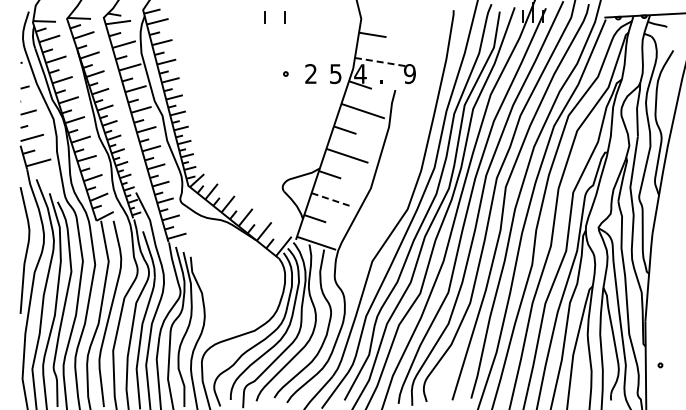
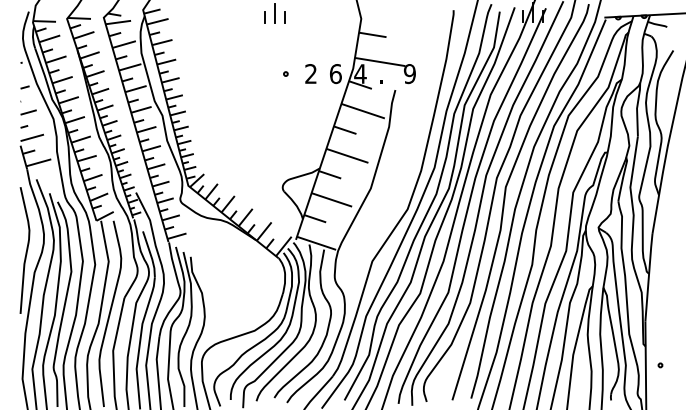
line at (274, 13): none -> present
line at (380, 62): dashed -> solid
text at (335, 74): 5 -> 6
line at (332, 200): dashed -> solid
